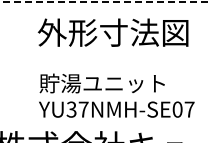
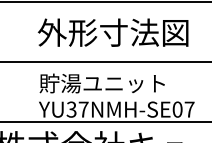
line at (105, 1): dashed -> solid
line at (105, 61): none -> present
line at (105, 121): none -> present
